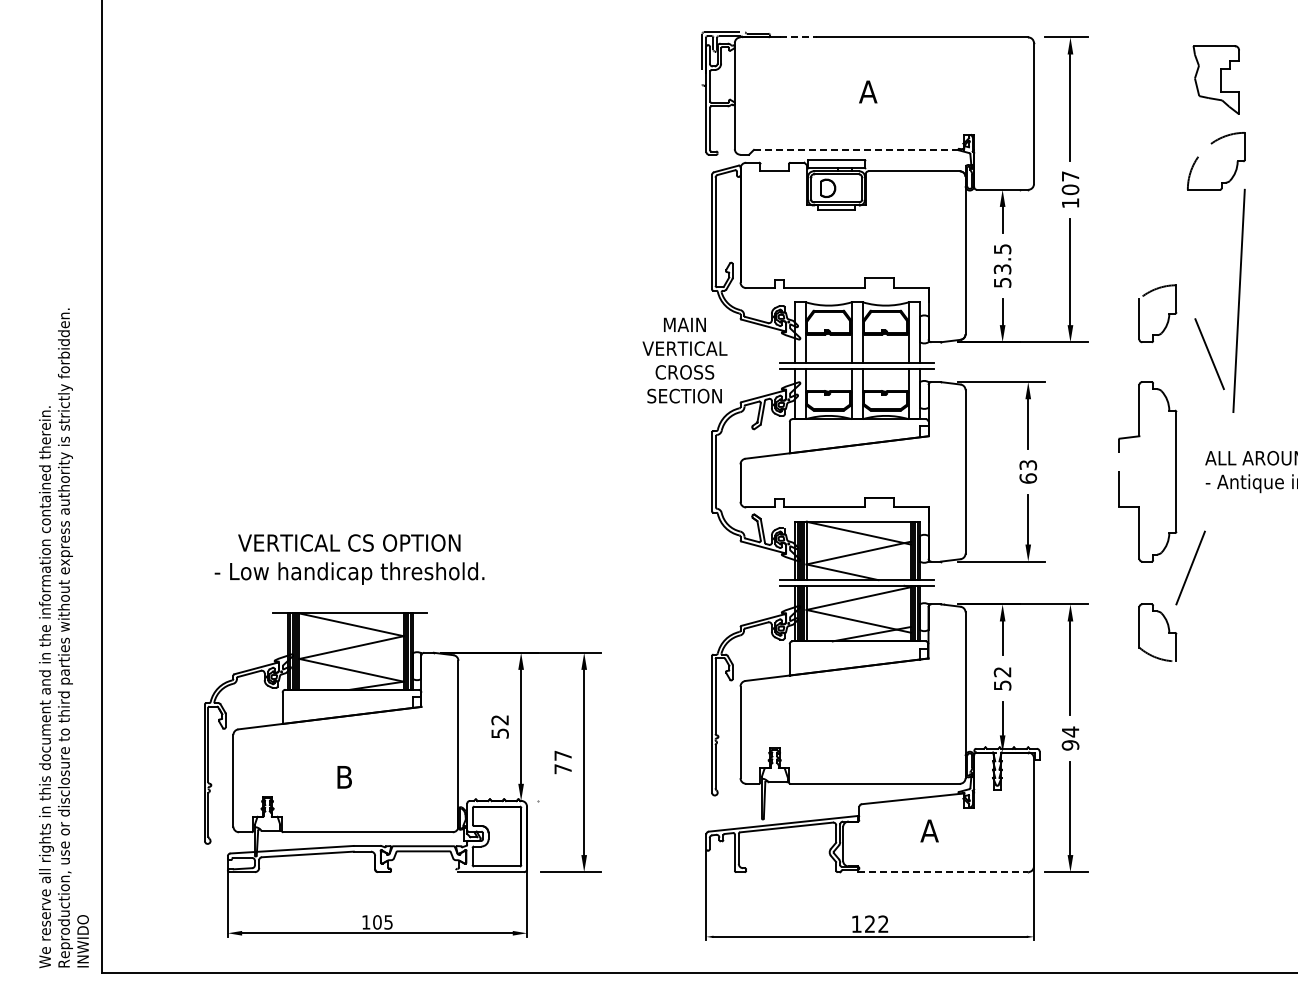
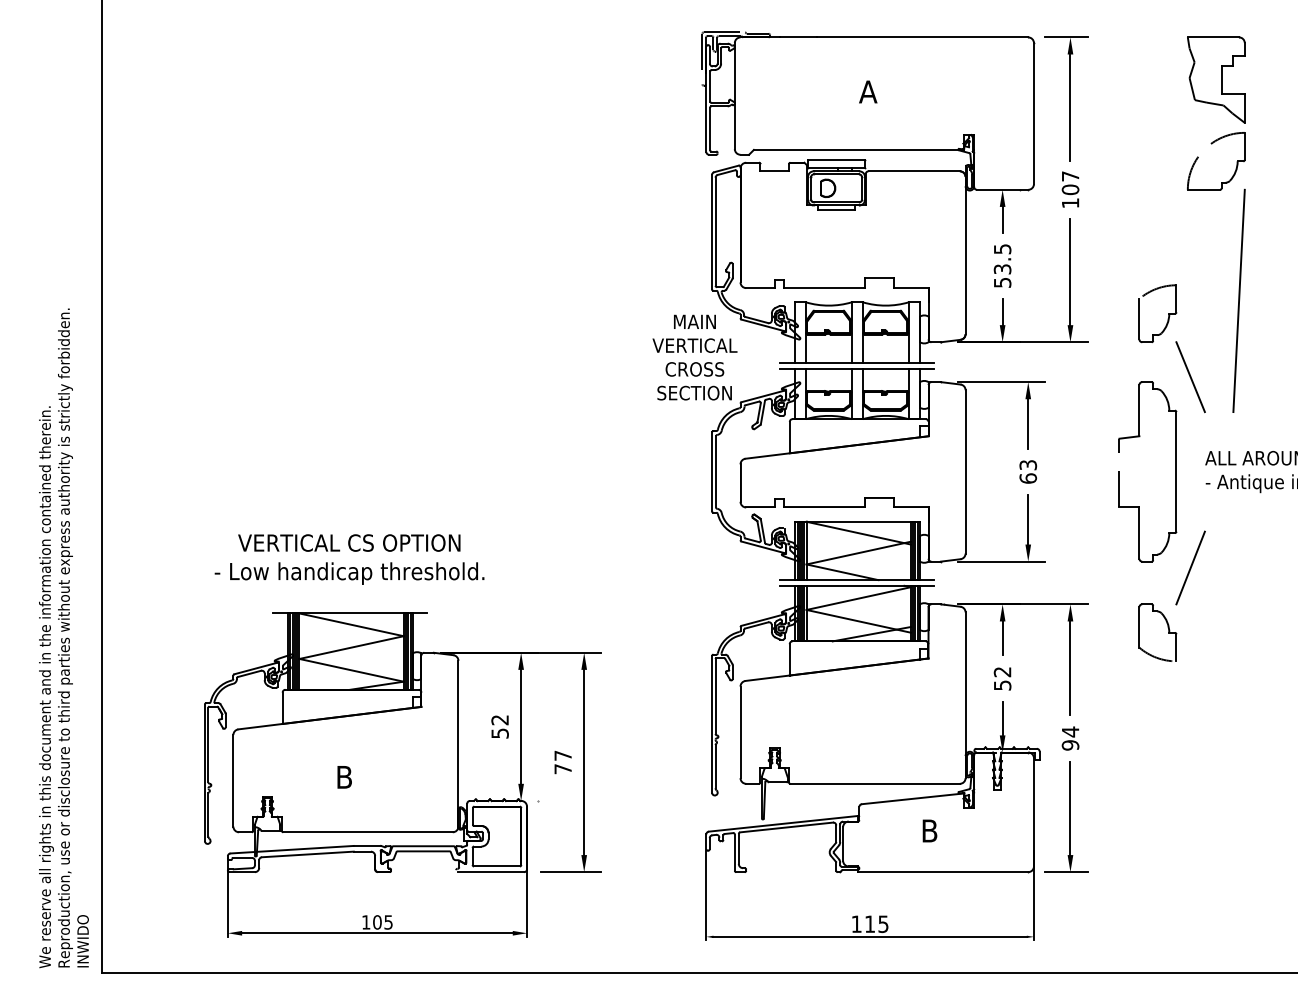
line at (798, 37): dashed -> solid
part at (1215, 79) size: 48x70 px -> 59x88 px
line at (859, 149): dashed -> solid
line at (1209, 354) position: (1209, 354) -> (1190, 377)
text at (684, 360) position: (684, 360) -> (694, 357)
text at (929, 830): A -> B
line at (943, 872): dashed -> solid
text at (876, 924): 122 -> 115
